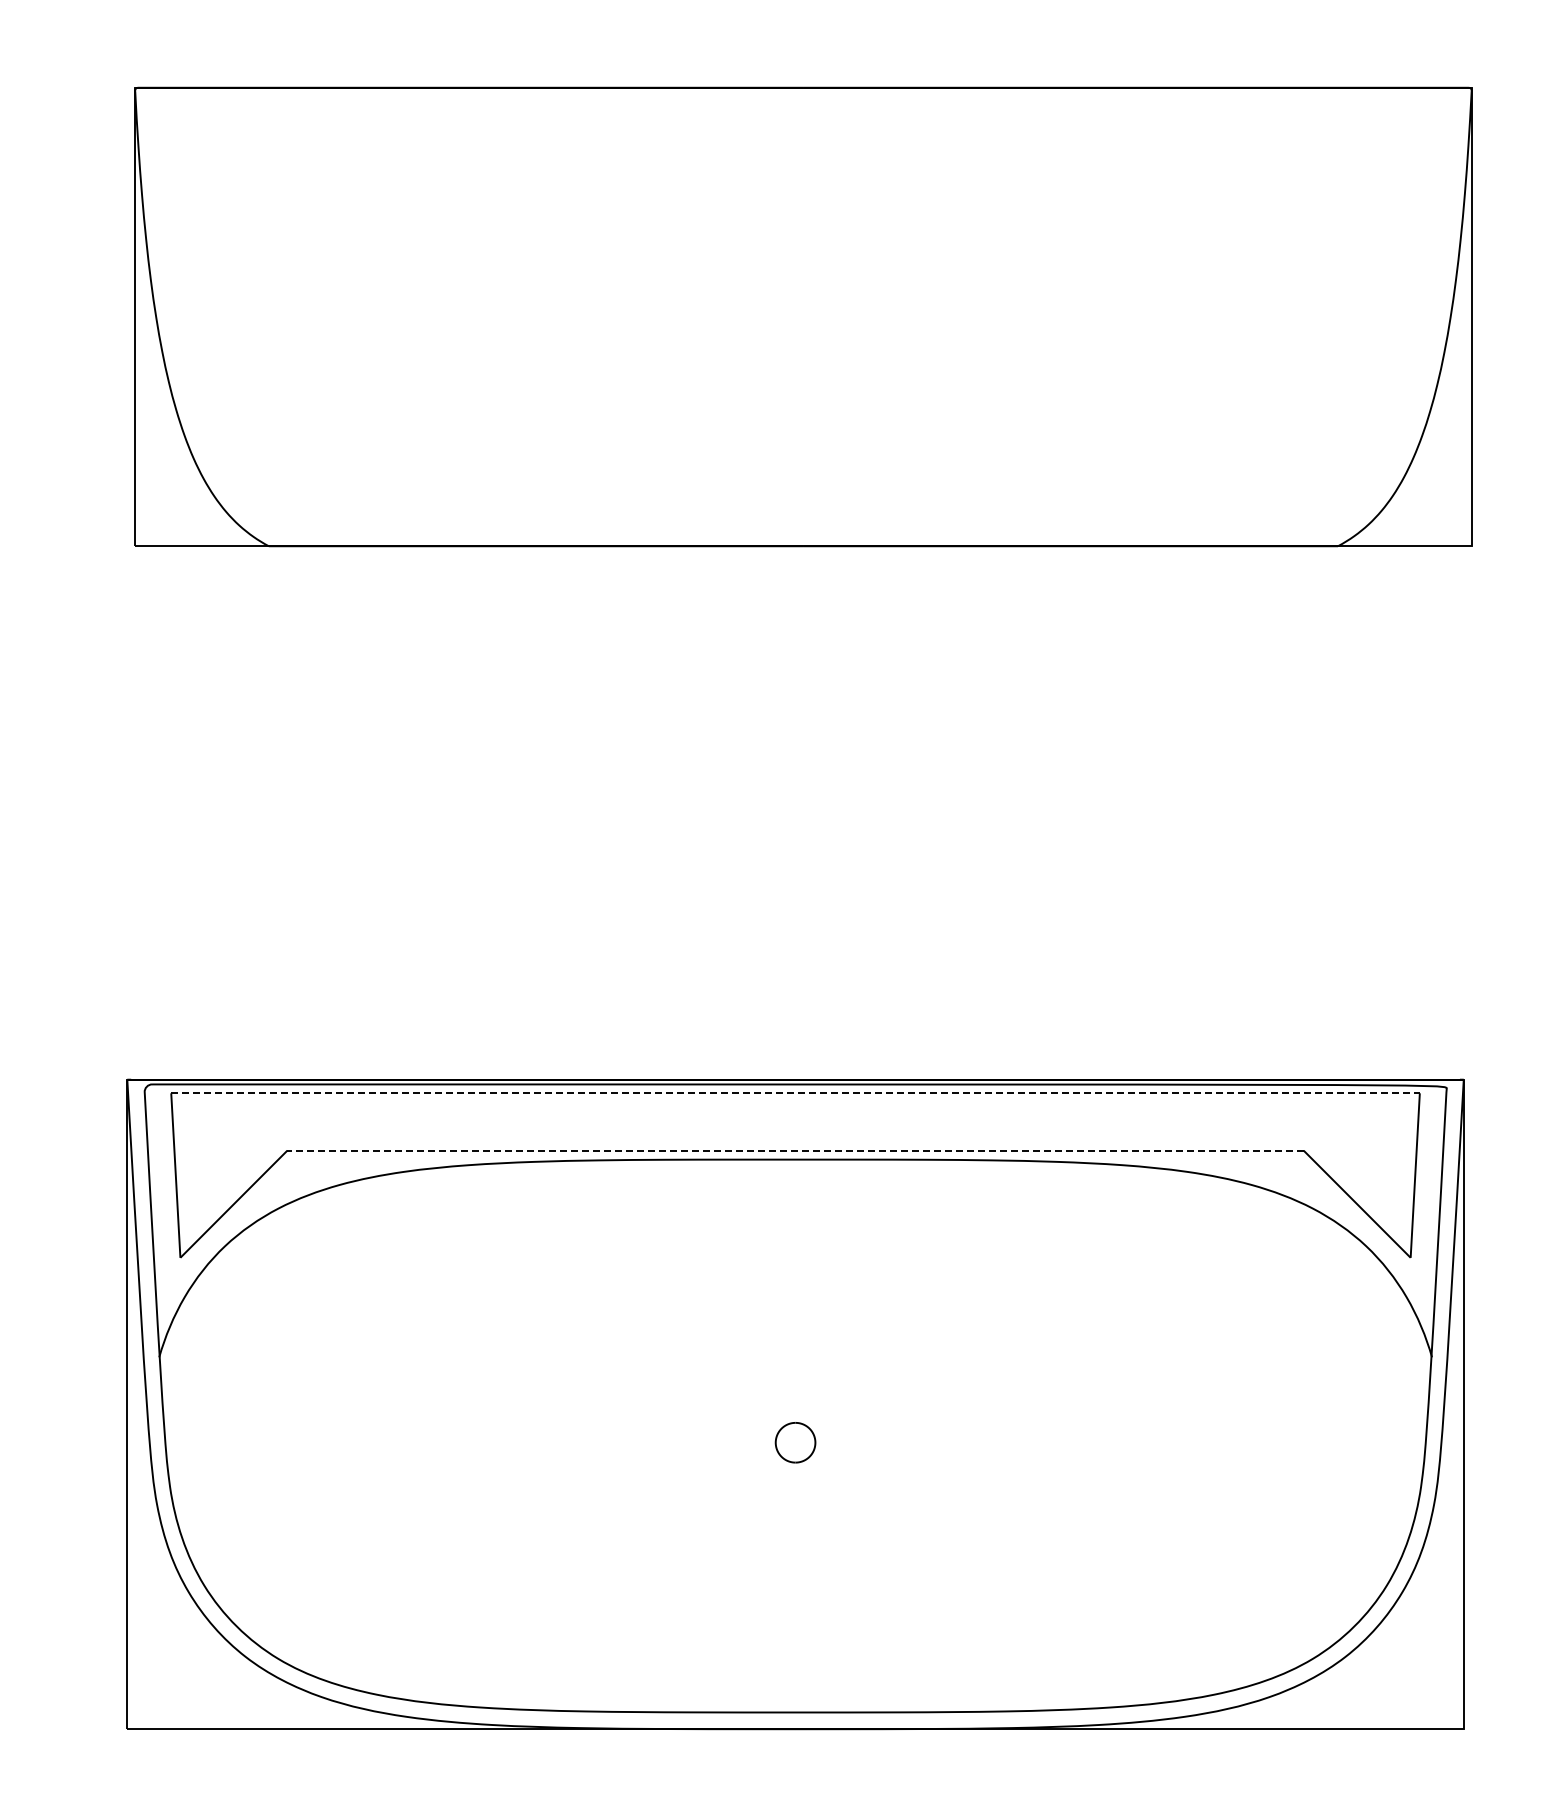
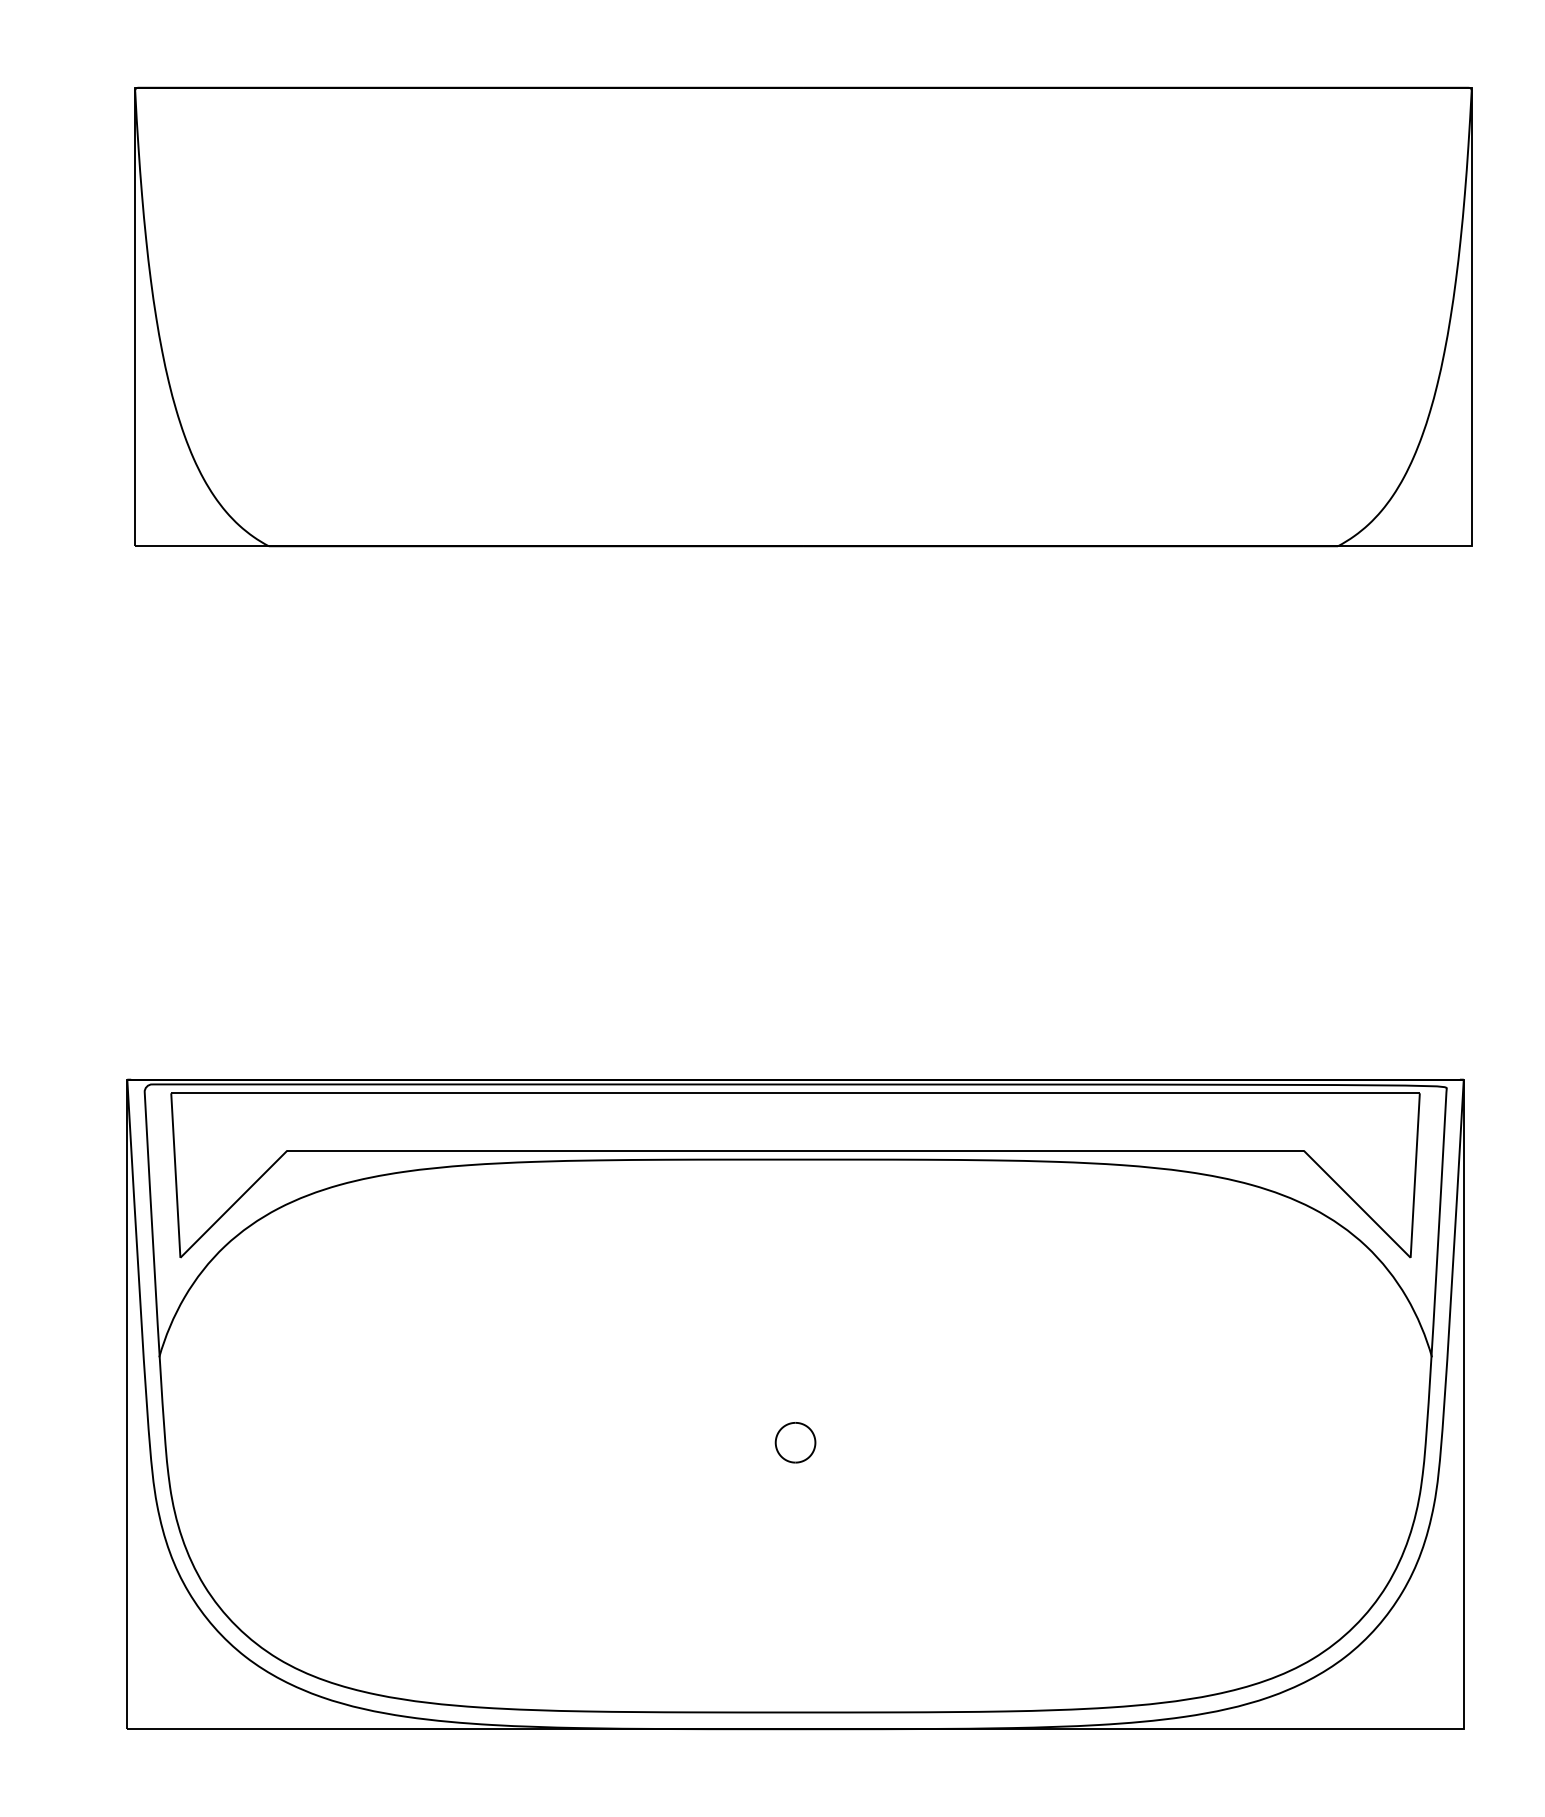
line at (796, 1093): dashed -> solid
line at (795, 1150): dashed -> solid
